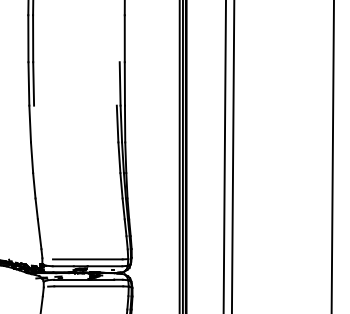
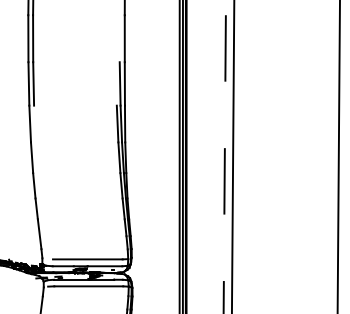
line at (332, 156) position: (332, 156) -> (338, 156)
line at (224, 157): solid -> dashed
